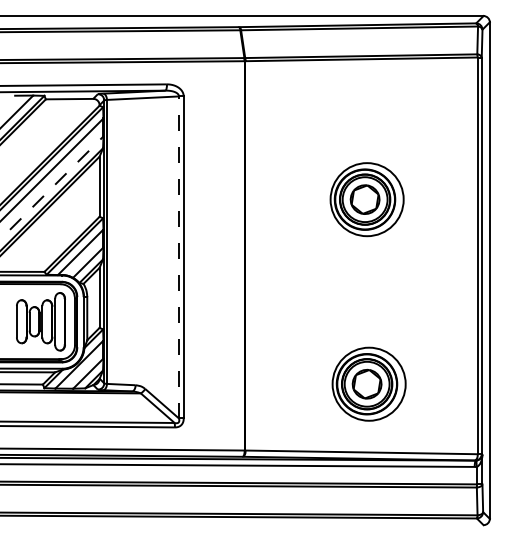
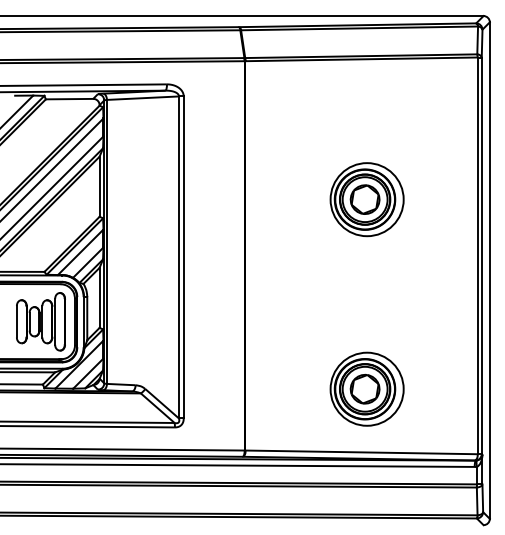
line at (51, 188): dashed -> solid
line at (178, 257): dashed -> solid
part at (368, 383) position: (368, 383) -> (366, 388)
